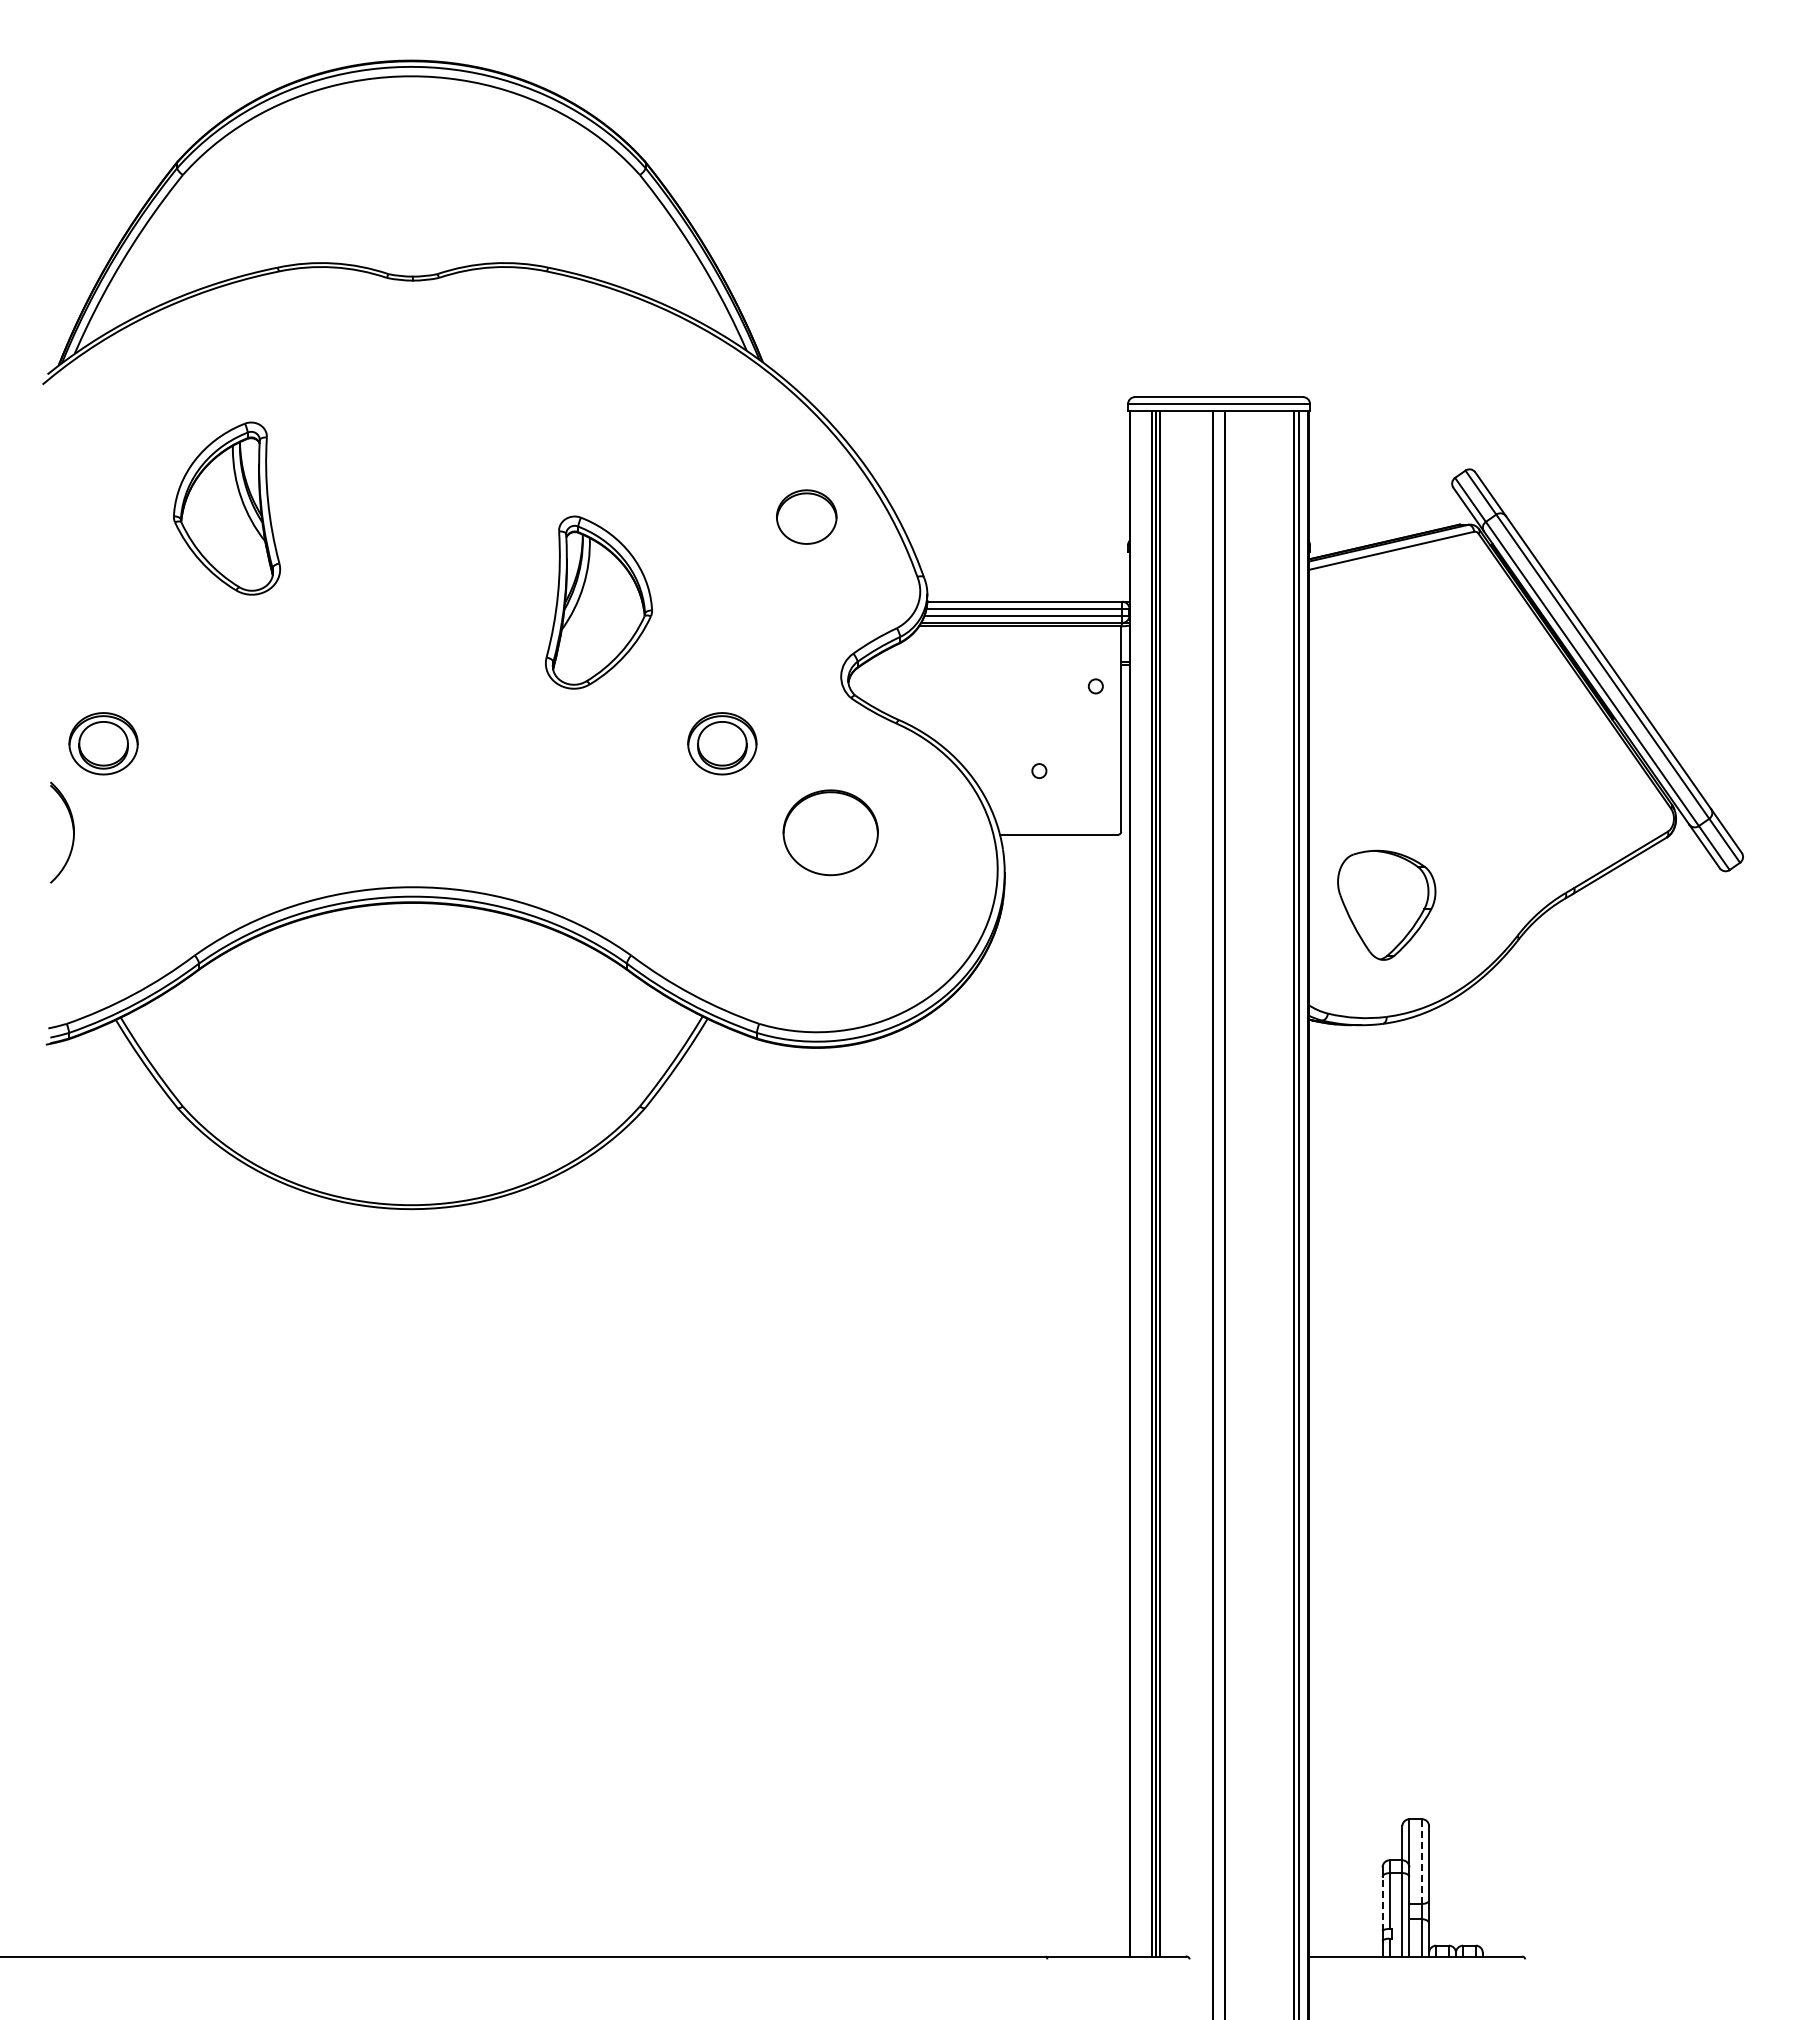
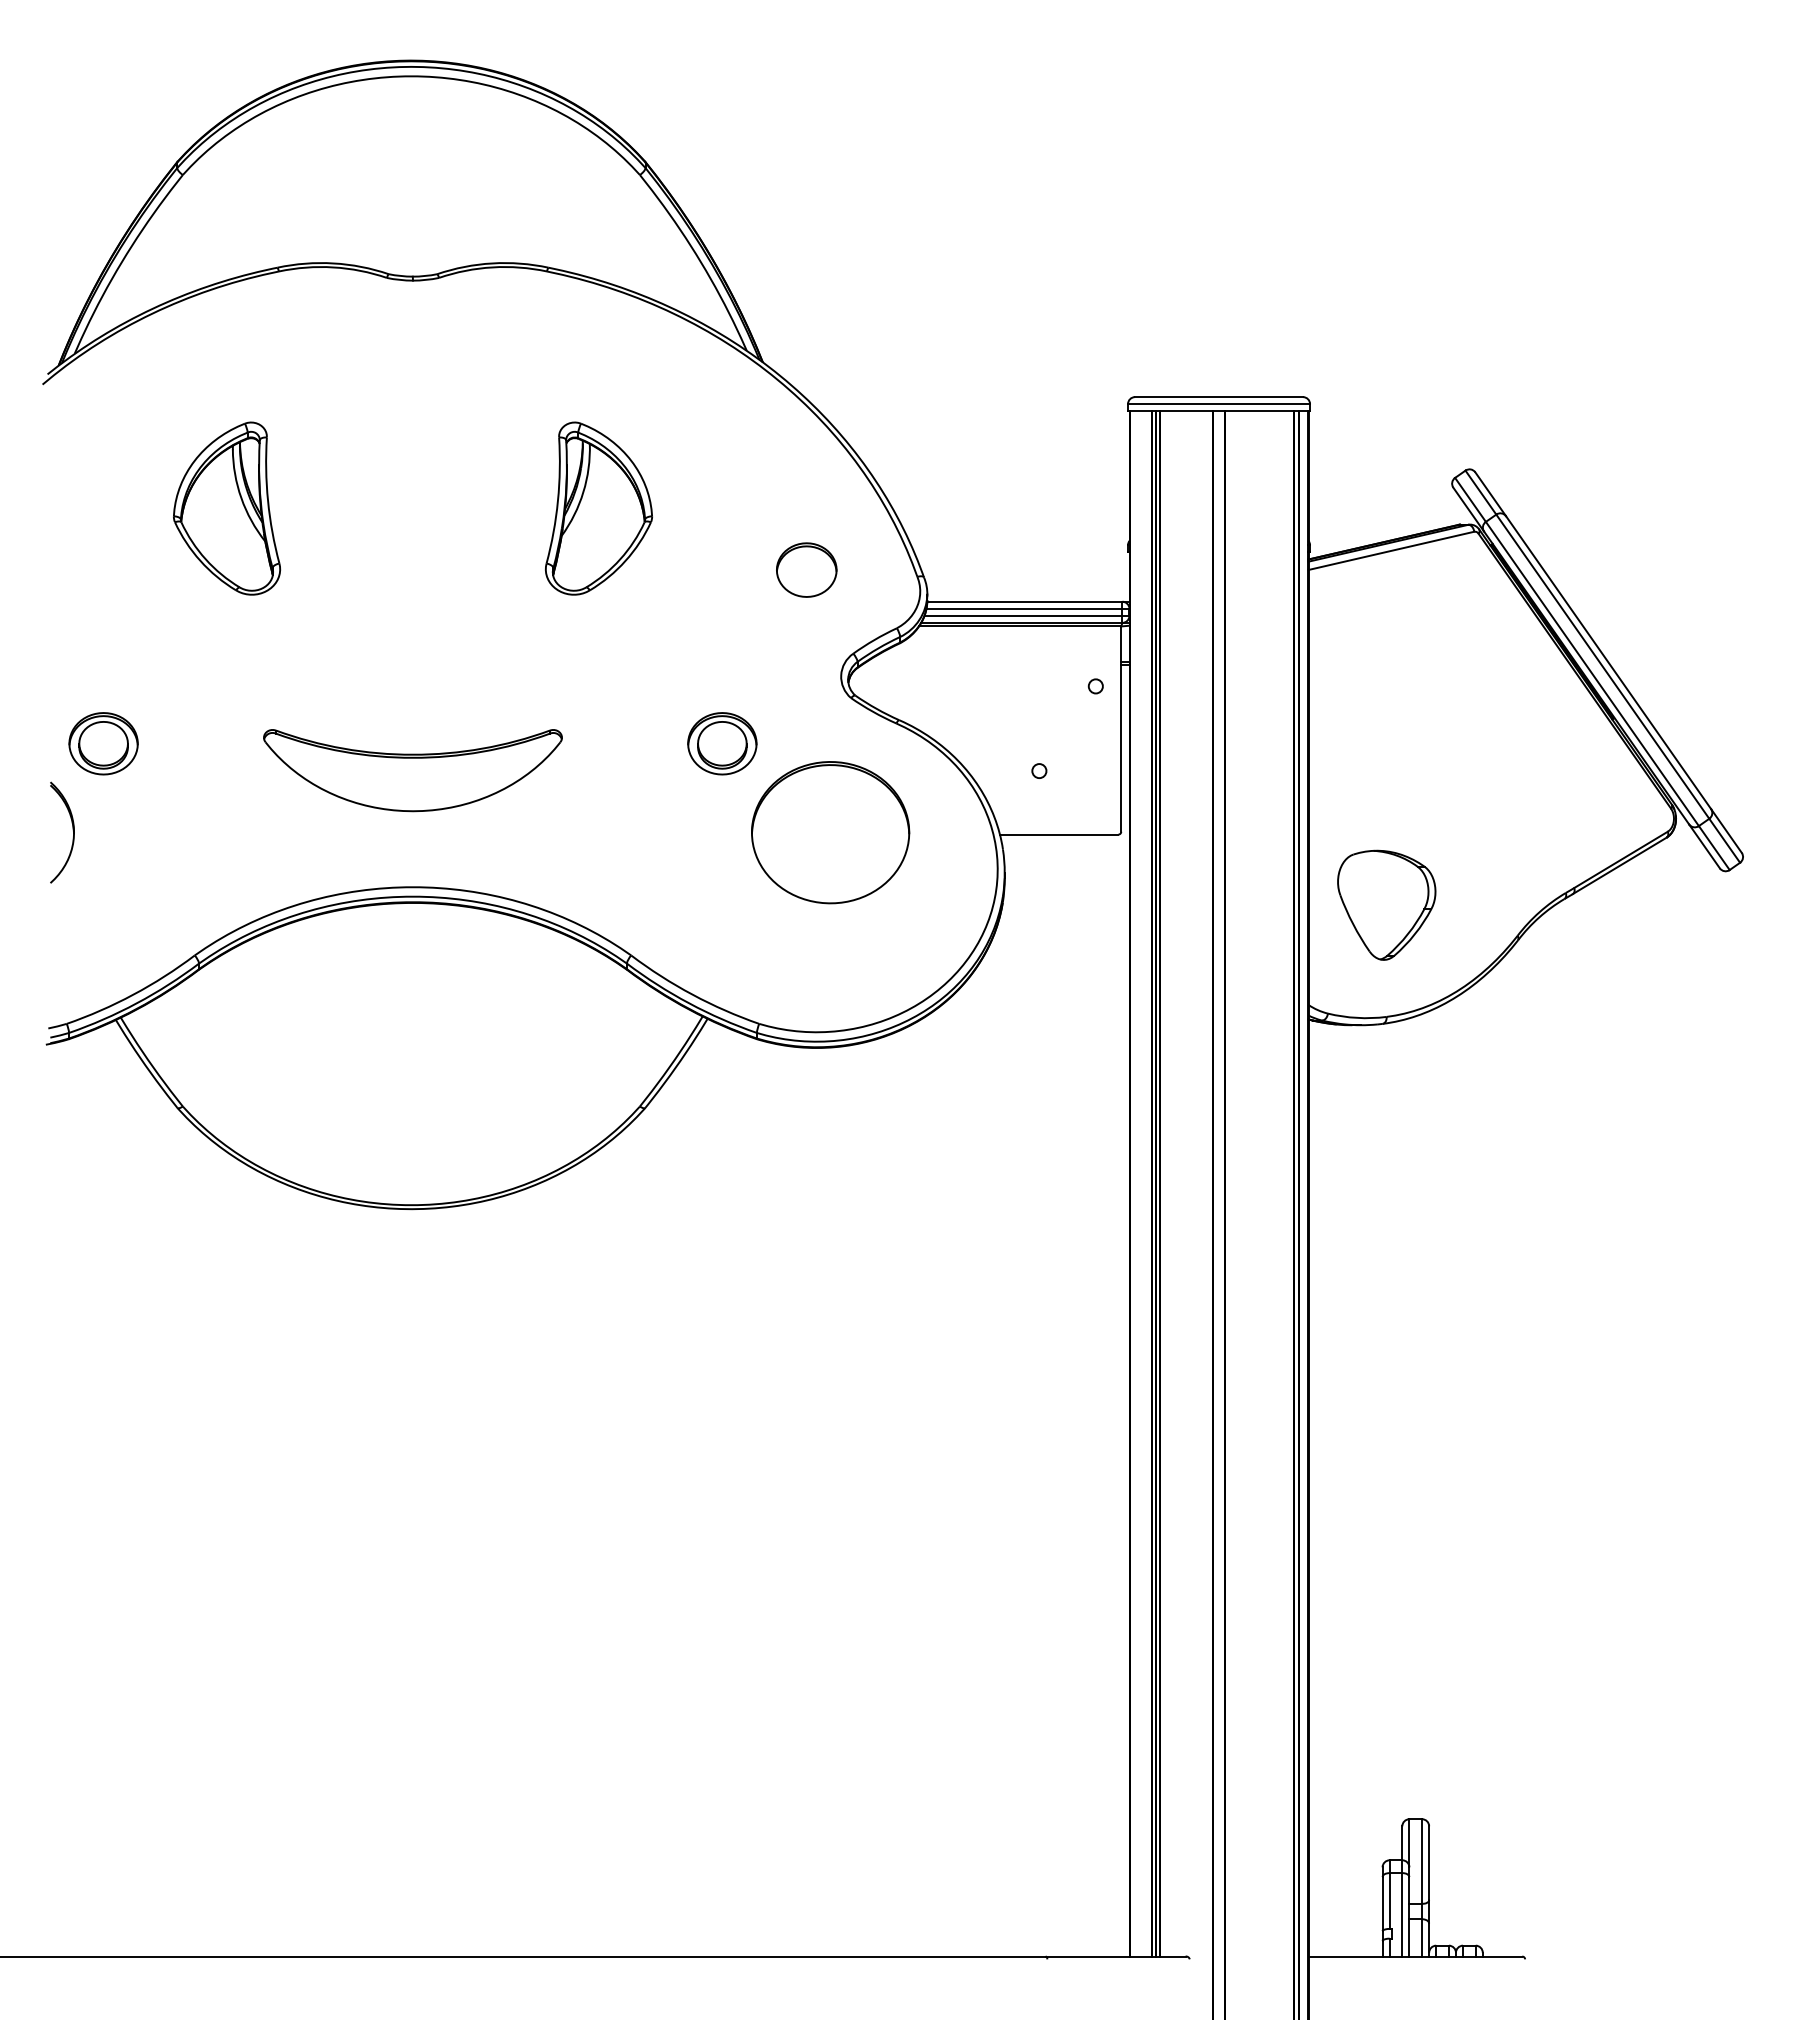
part at (806, 516) position: (806, 516) -> (806, 569)
part at (598, 602) position: (598, 602) -> (598, 508)
part at (412, 770): none -> present
part at (830, 832) size: 97x88 px -> 160x144 px
line at (1422, 1861): dashed -> solid
line at (1382, 1903): dashed -> solid
